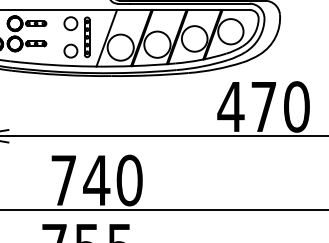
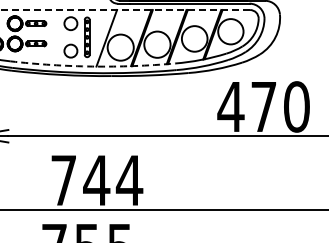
line at (125, 10): solid -> dashed
arc at (92, 66): solid -> dashed
text at (129, 180): 740 -> 744
